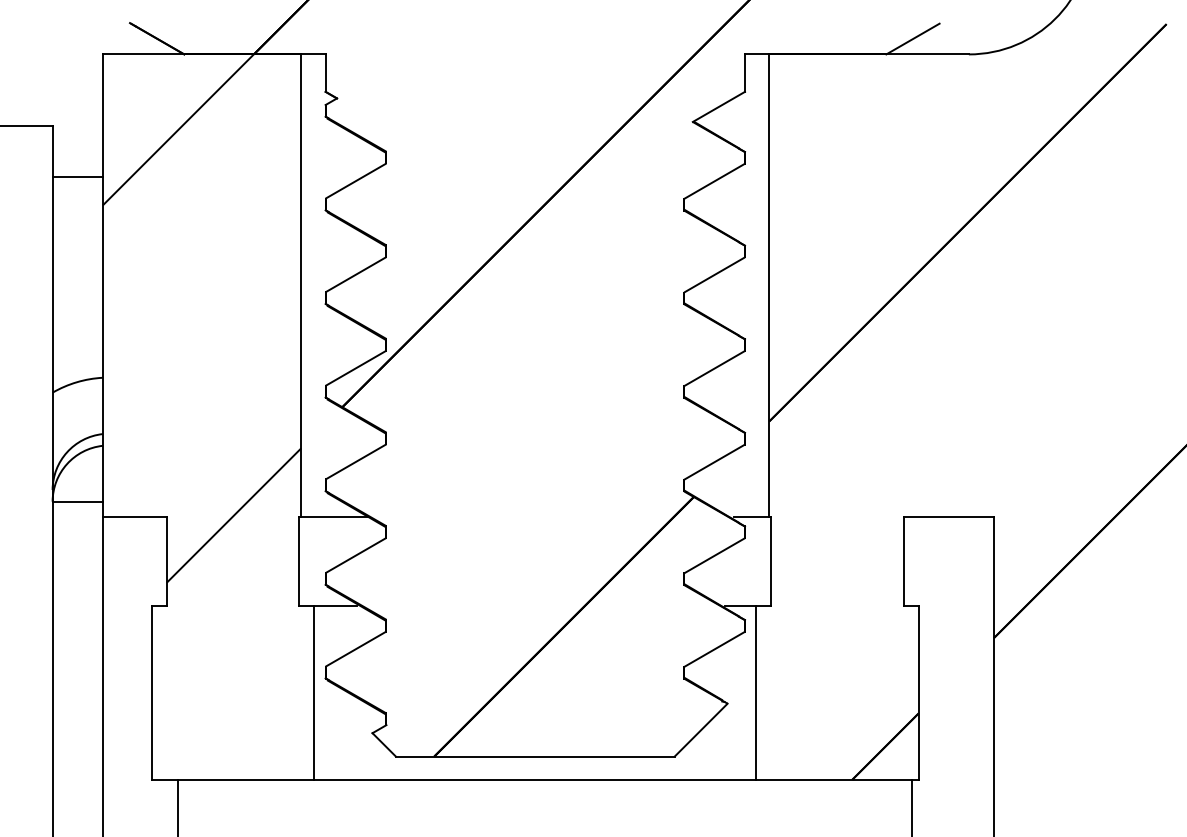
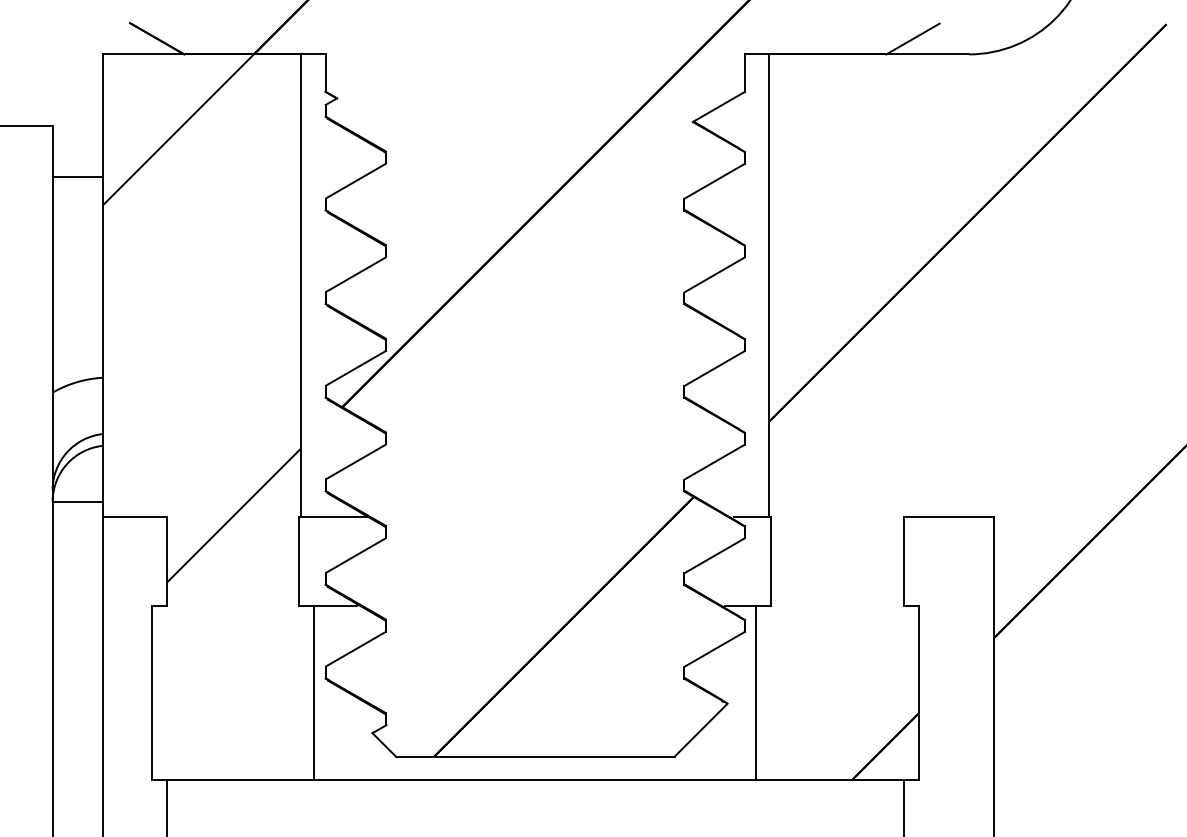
line at (177, 806) position: (177, 806) -> (166, 806)
line at (911, 806) position: (911, 806) -> (903, 806)
